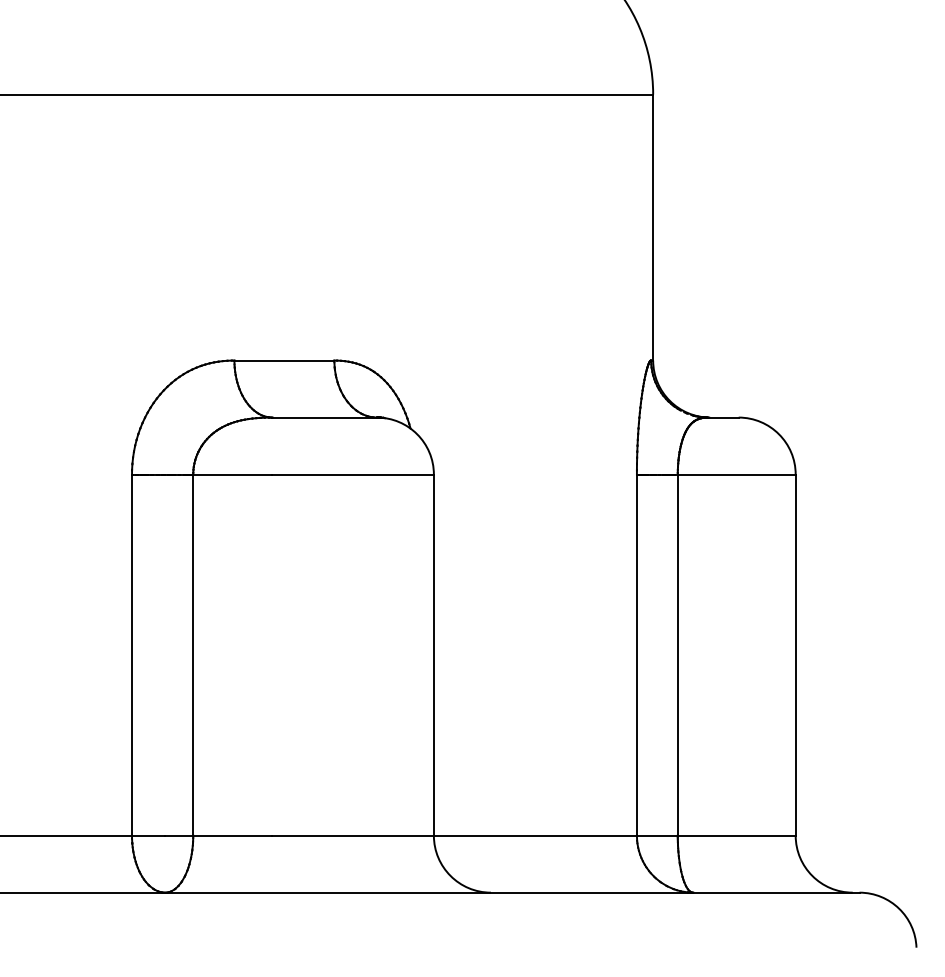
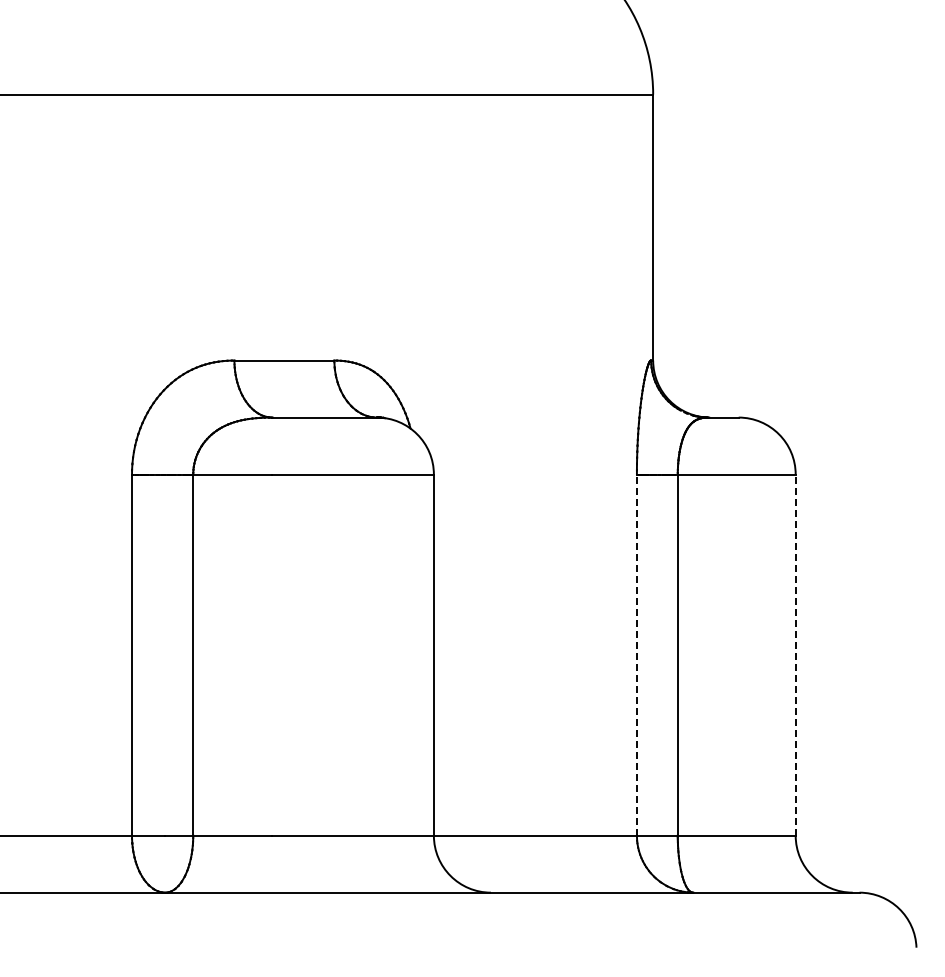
line at (636, 655): solid -> dashed
line at (795, 655): solid -> dashed
